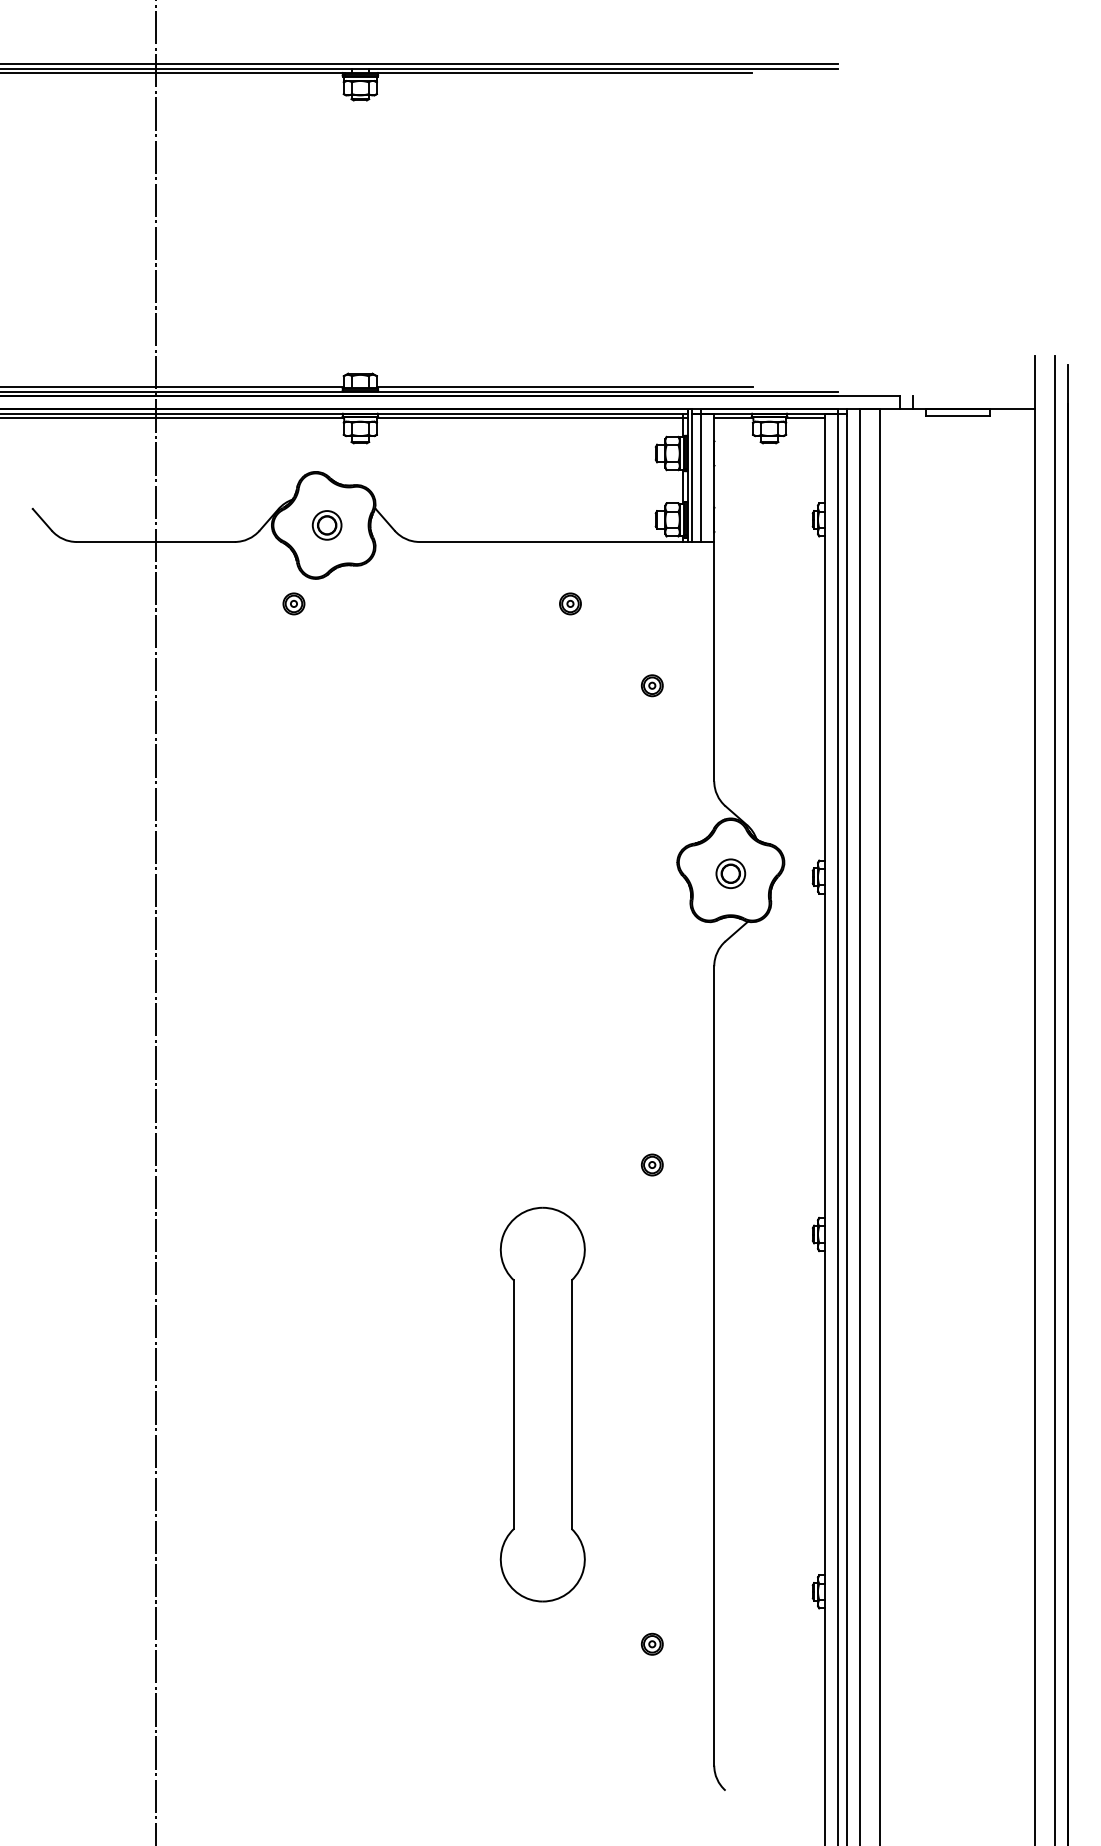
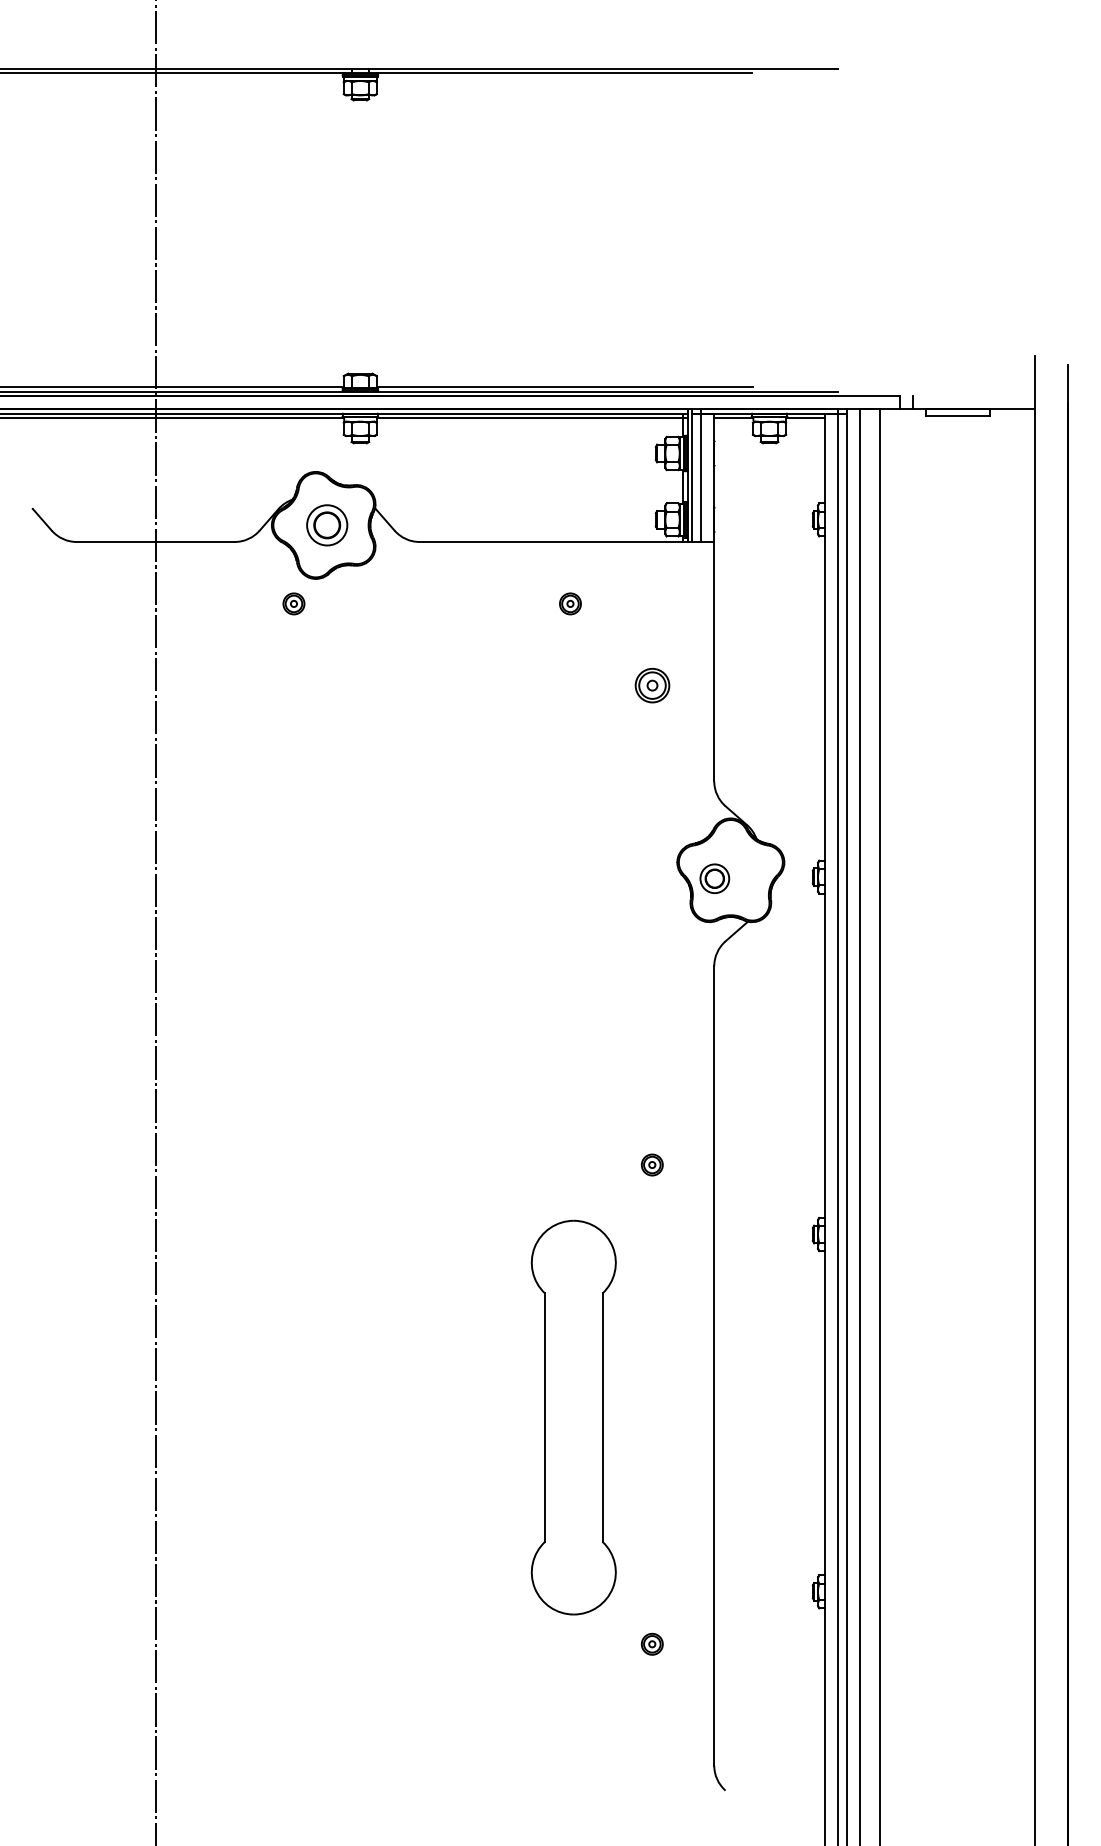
line at (420, 64): present -> none
part at (326, 525) size: 32x31 px -> 43x43 px
part at (651, 685) size: 24x24 px -> 37x36 px
part at (730, 873) position: (730, 873) -> (714, 878)
line at (1054, 1099): present -> none
part at (542, 1404) position: (542, 1404) -> (573, 1417)
